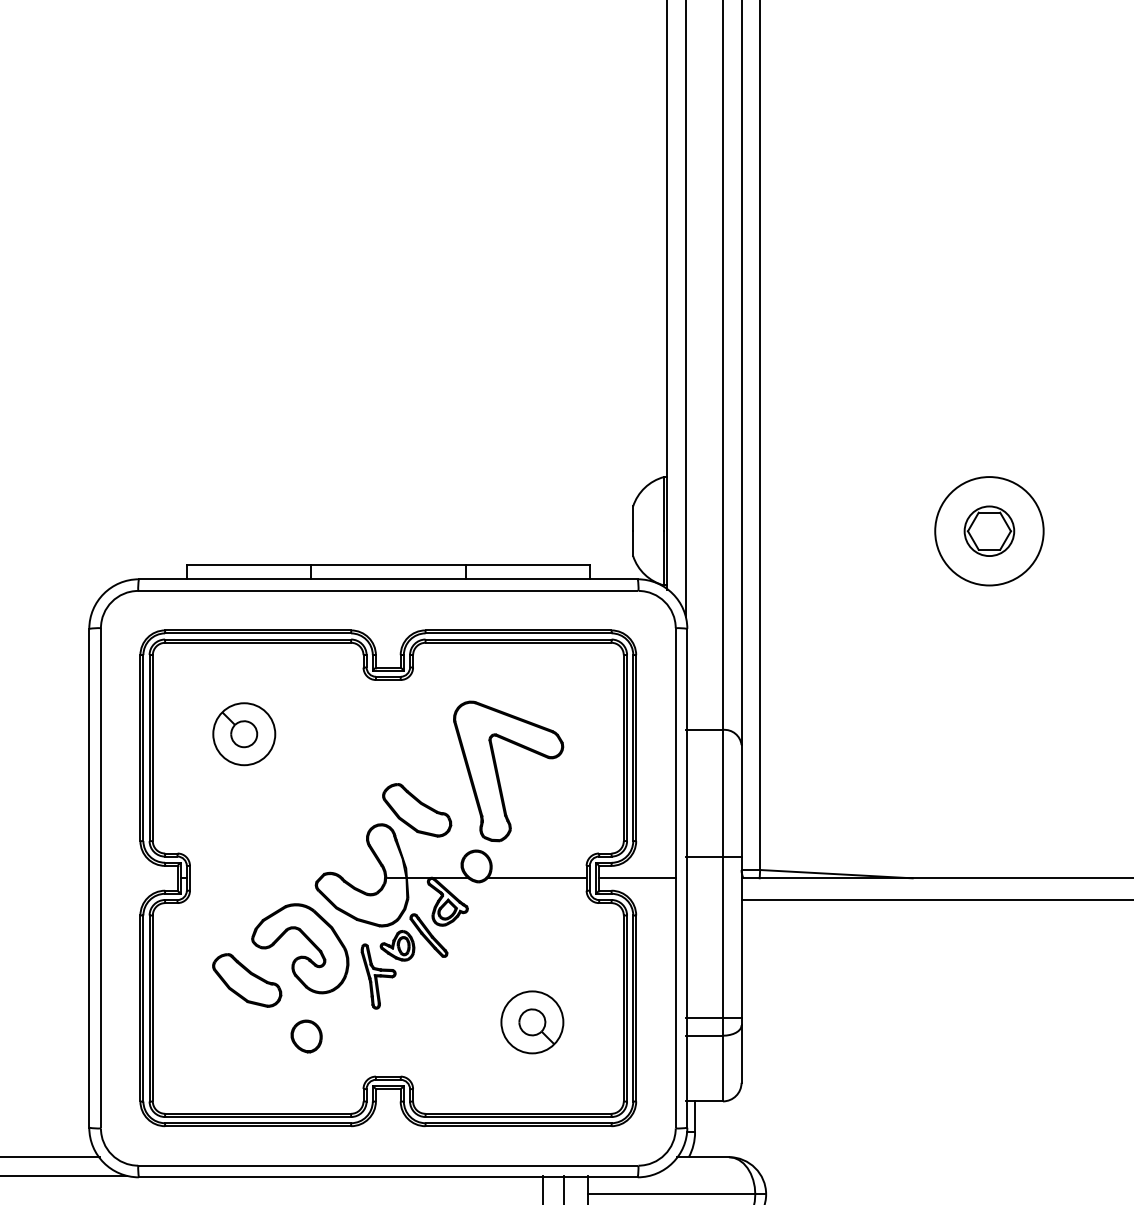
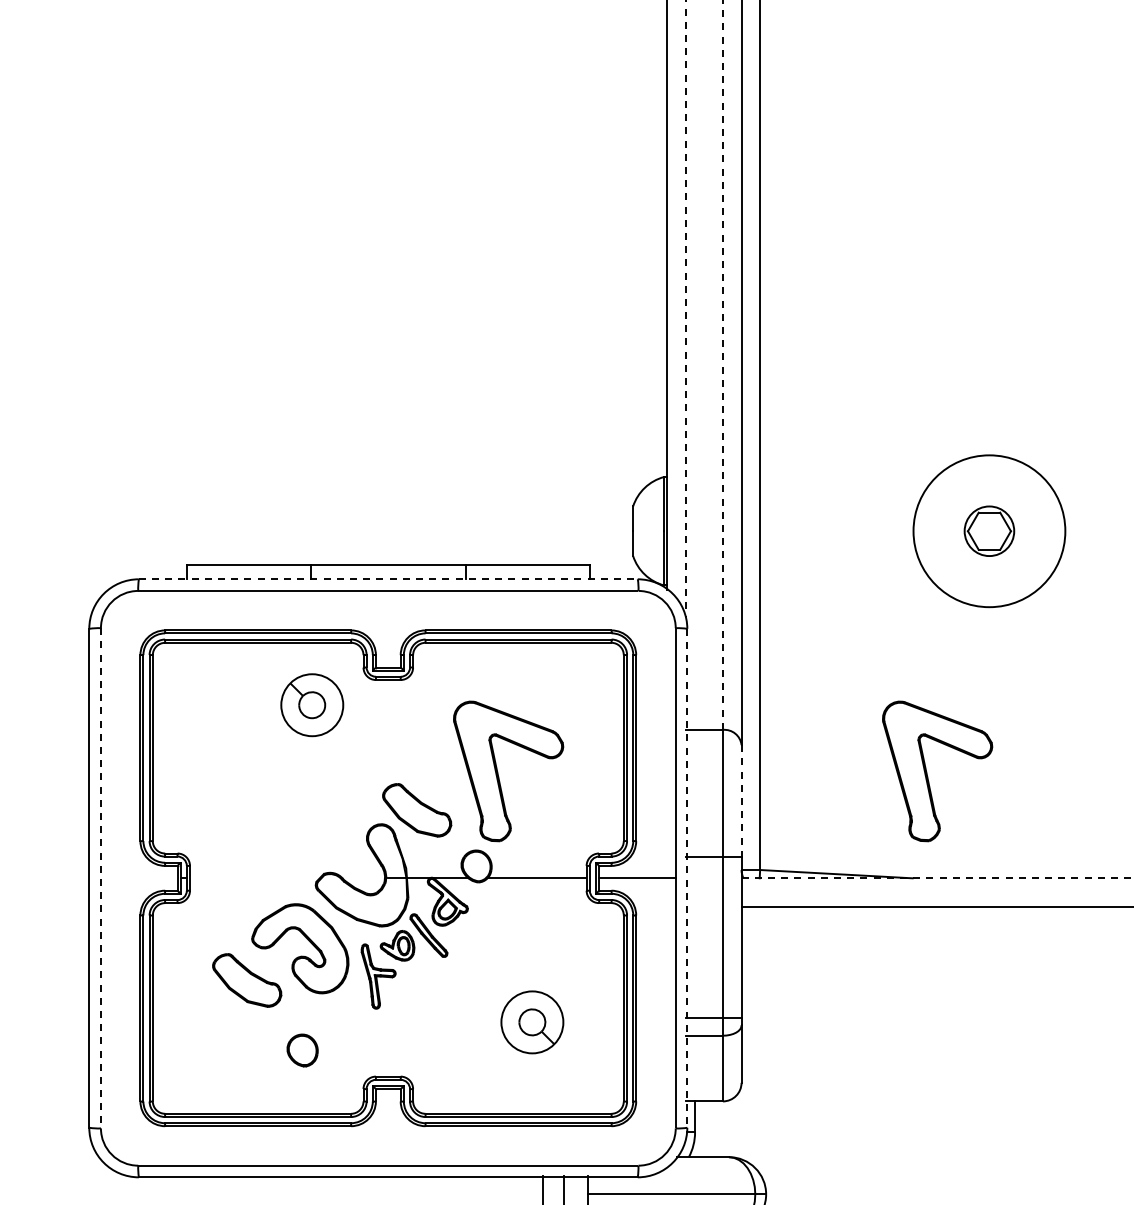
line at (685, 309): solid -> dashed
line at (722, 365): solid -> dashed
circle at (989, 531) diameter: 108 px -> 152 px
line at (388, 579): solid -> dashed
part at (244, 734) position: (244, 734) -> (312, 705)
part at (927, 771): none -> present
line at (741, 800): solid -> dashed
line at (100, 878): solid -> dashed
line at (687, 878): solid -> dashed
line at (937, 878): solid -> dashed
line at (935, 900) position: (935, 900) -> (935, 907)
part at (306, 1036) position: (306, 1036) -> (302, 1050)
line at (51, 1157): present -> none
line at (64, 1175): present -> none
